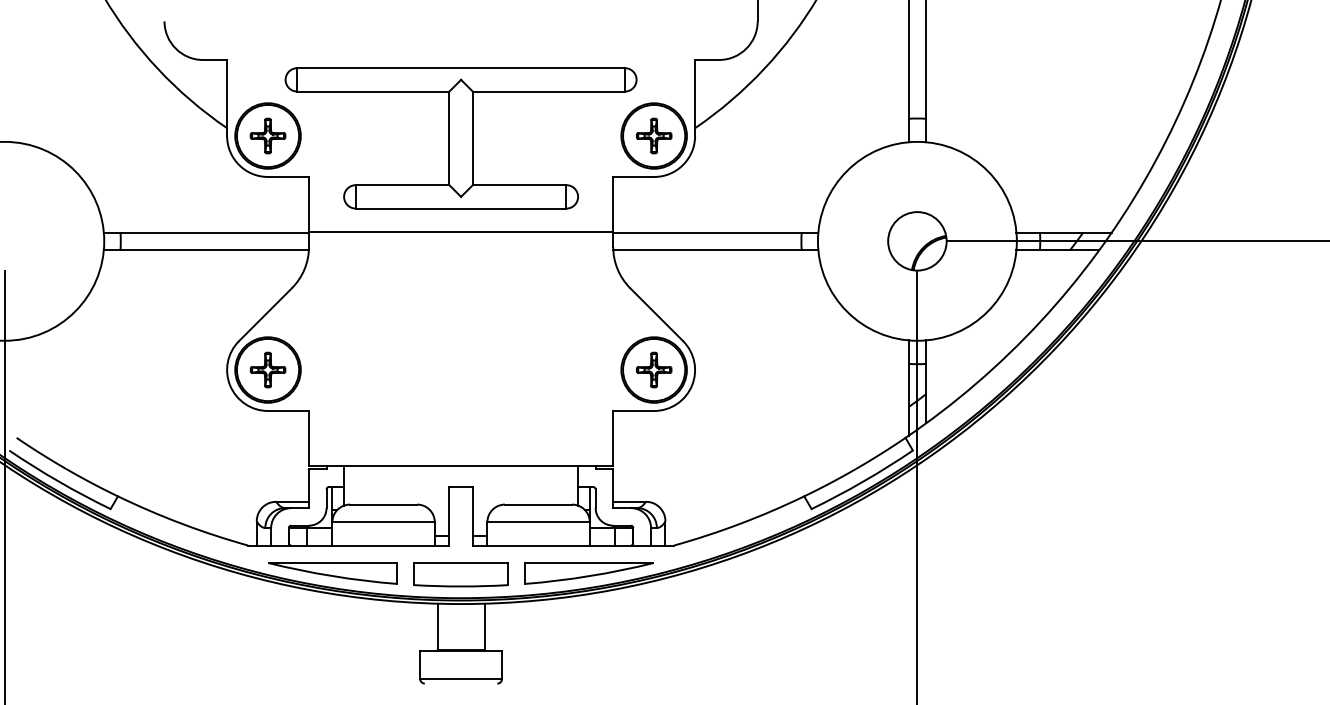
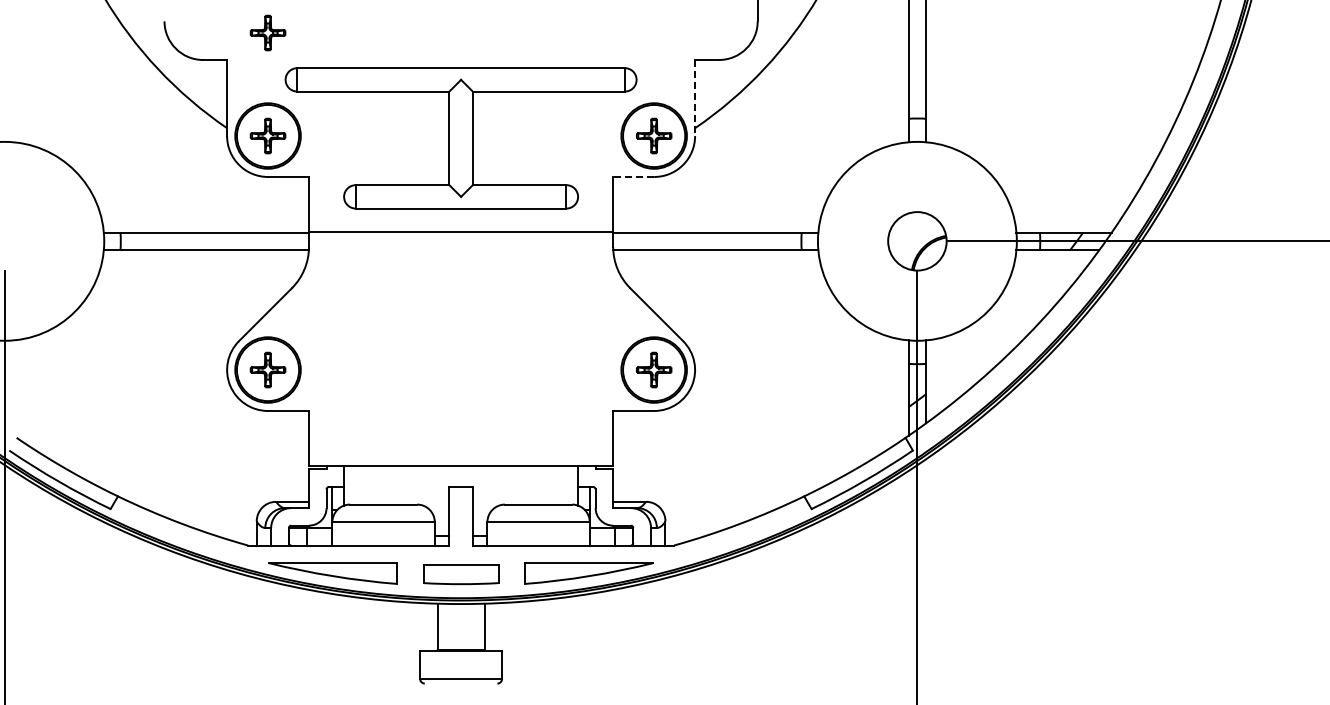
part at (267, 32): none -> present
line at (695, 98): solid -> dashed
line at (633, 176): solid -> dashed
part at (460, 574) size: 96x26 px -> 77x21 px
